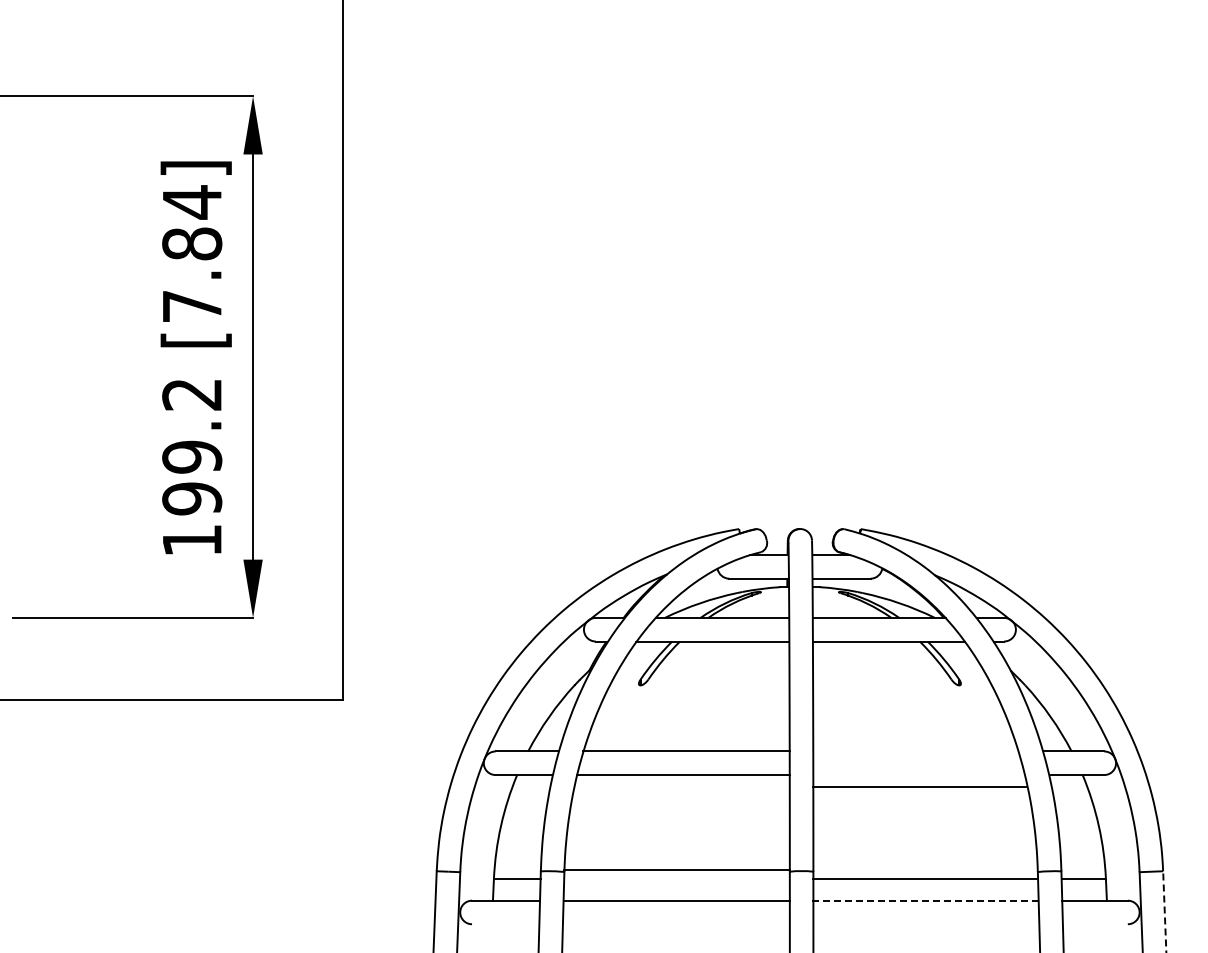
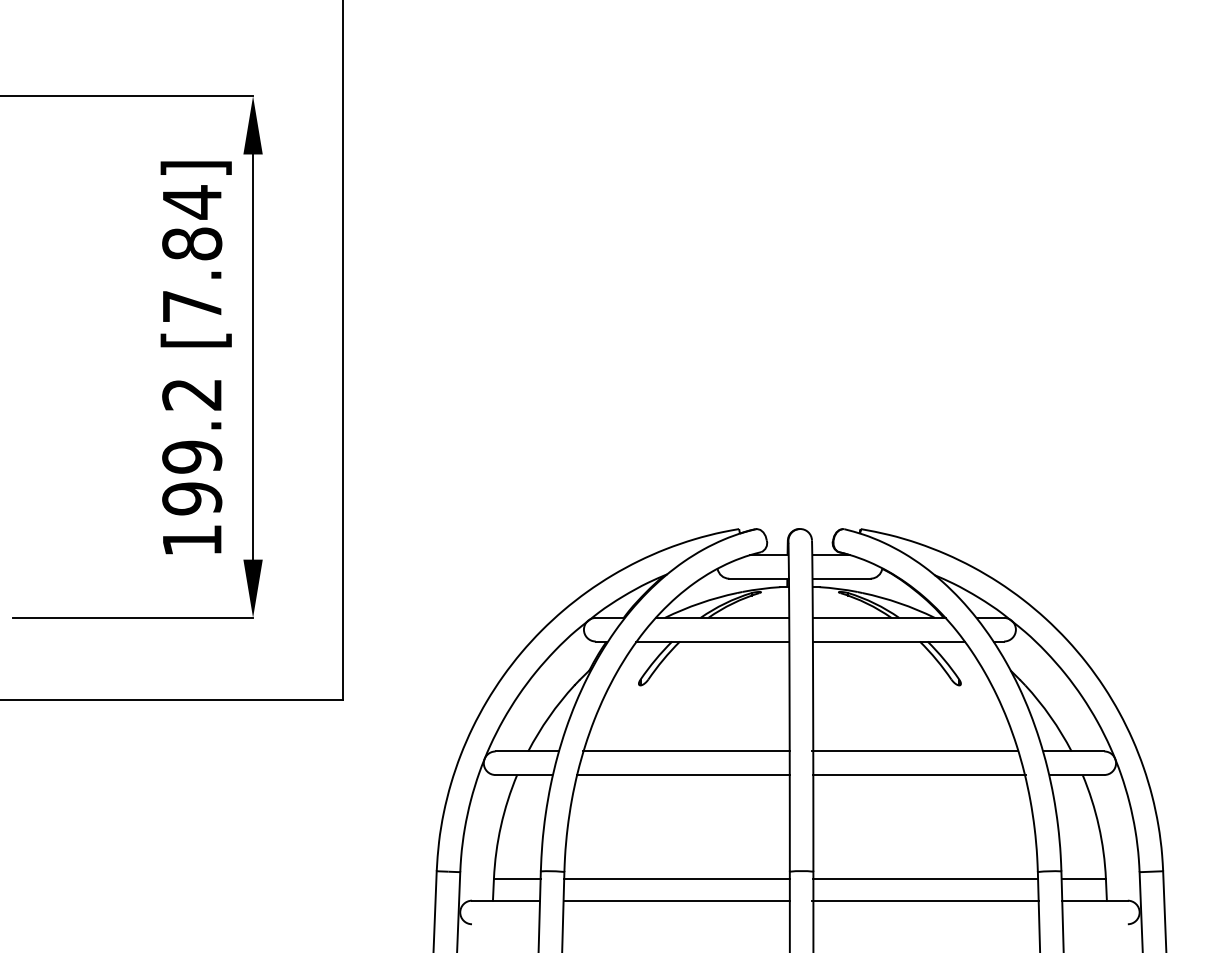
line at (914, 751): none -> present
line at (918, 787) position: (918, 787) -> (918, 775)
line at (676, 869) position: (676, 869) -> (676, 878)
line at (925, 900): dashed -> solid
line at (1164, 912): dashed -> solid
